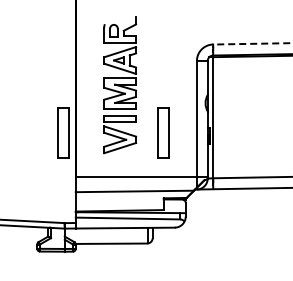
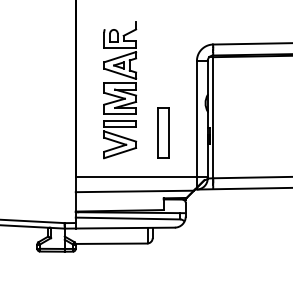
line at (252, 43): dashed -> solid
part at (120, 85) position: (120, 85) -> (120, 90)
part at (63, 132): present -> none
